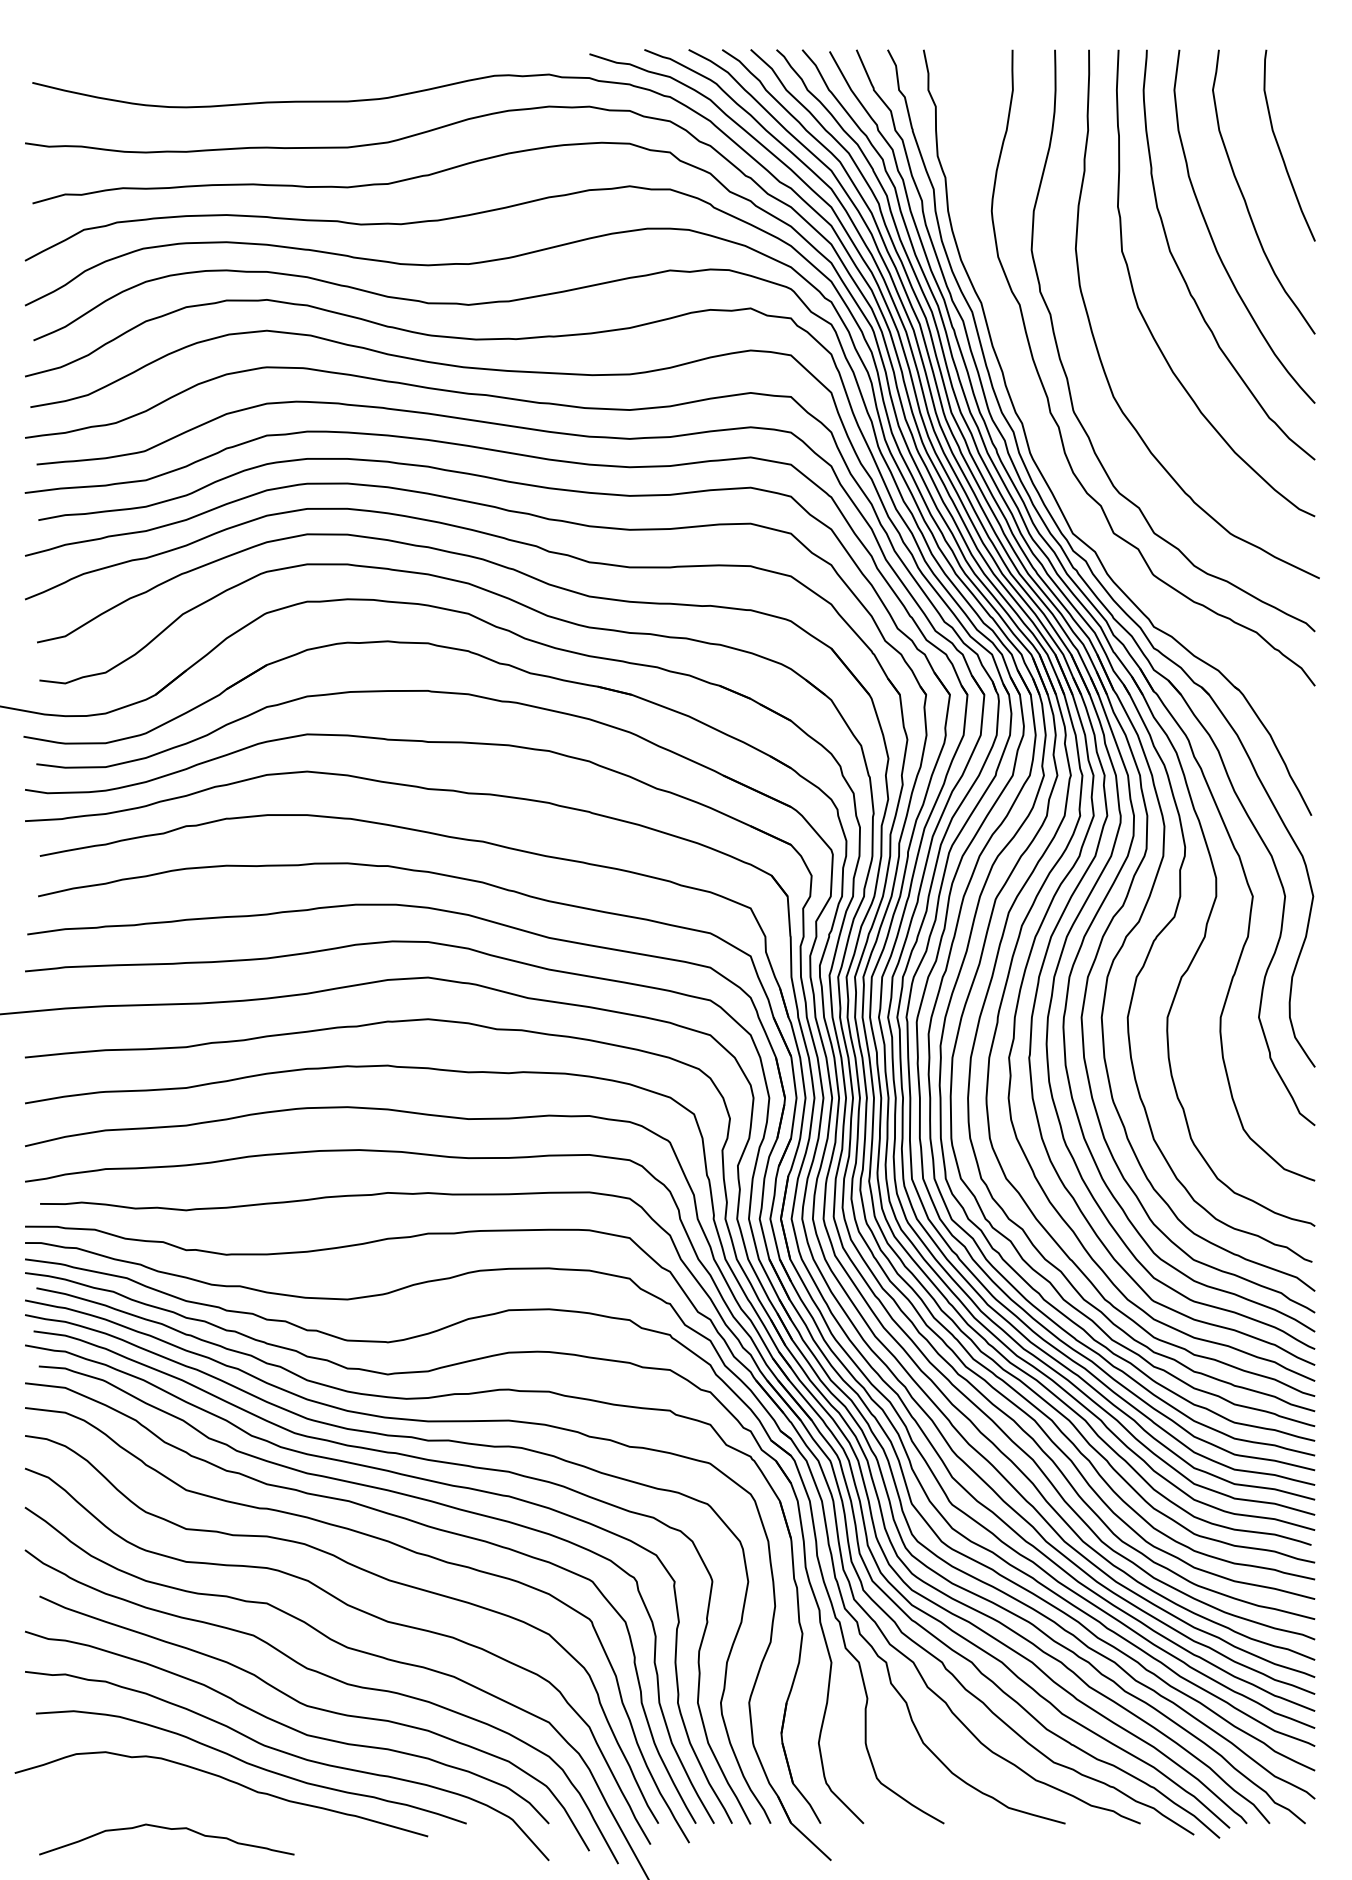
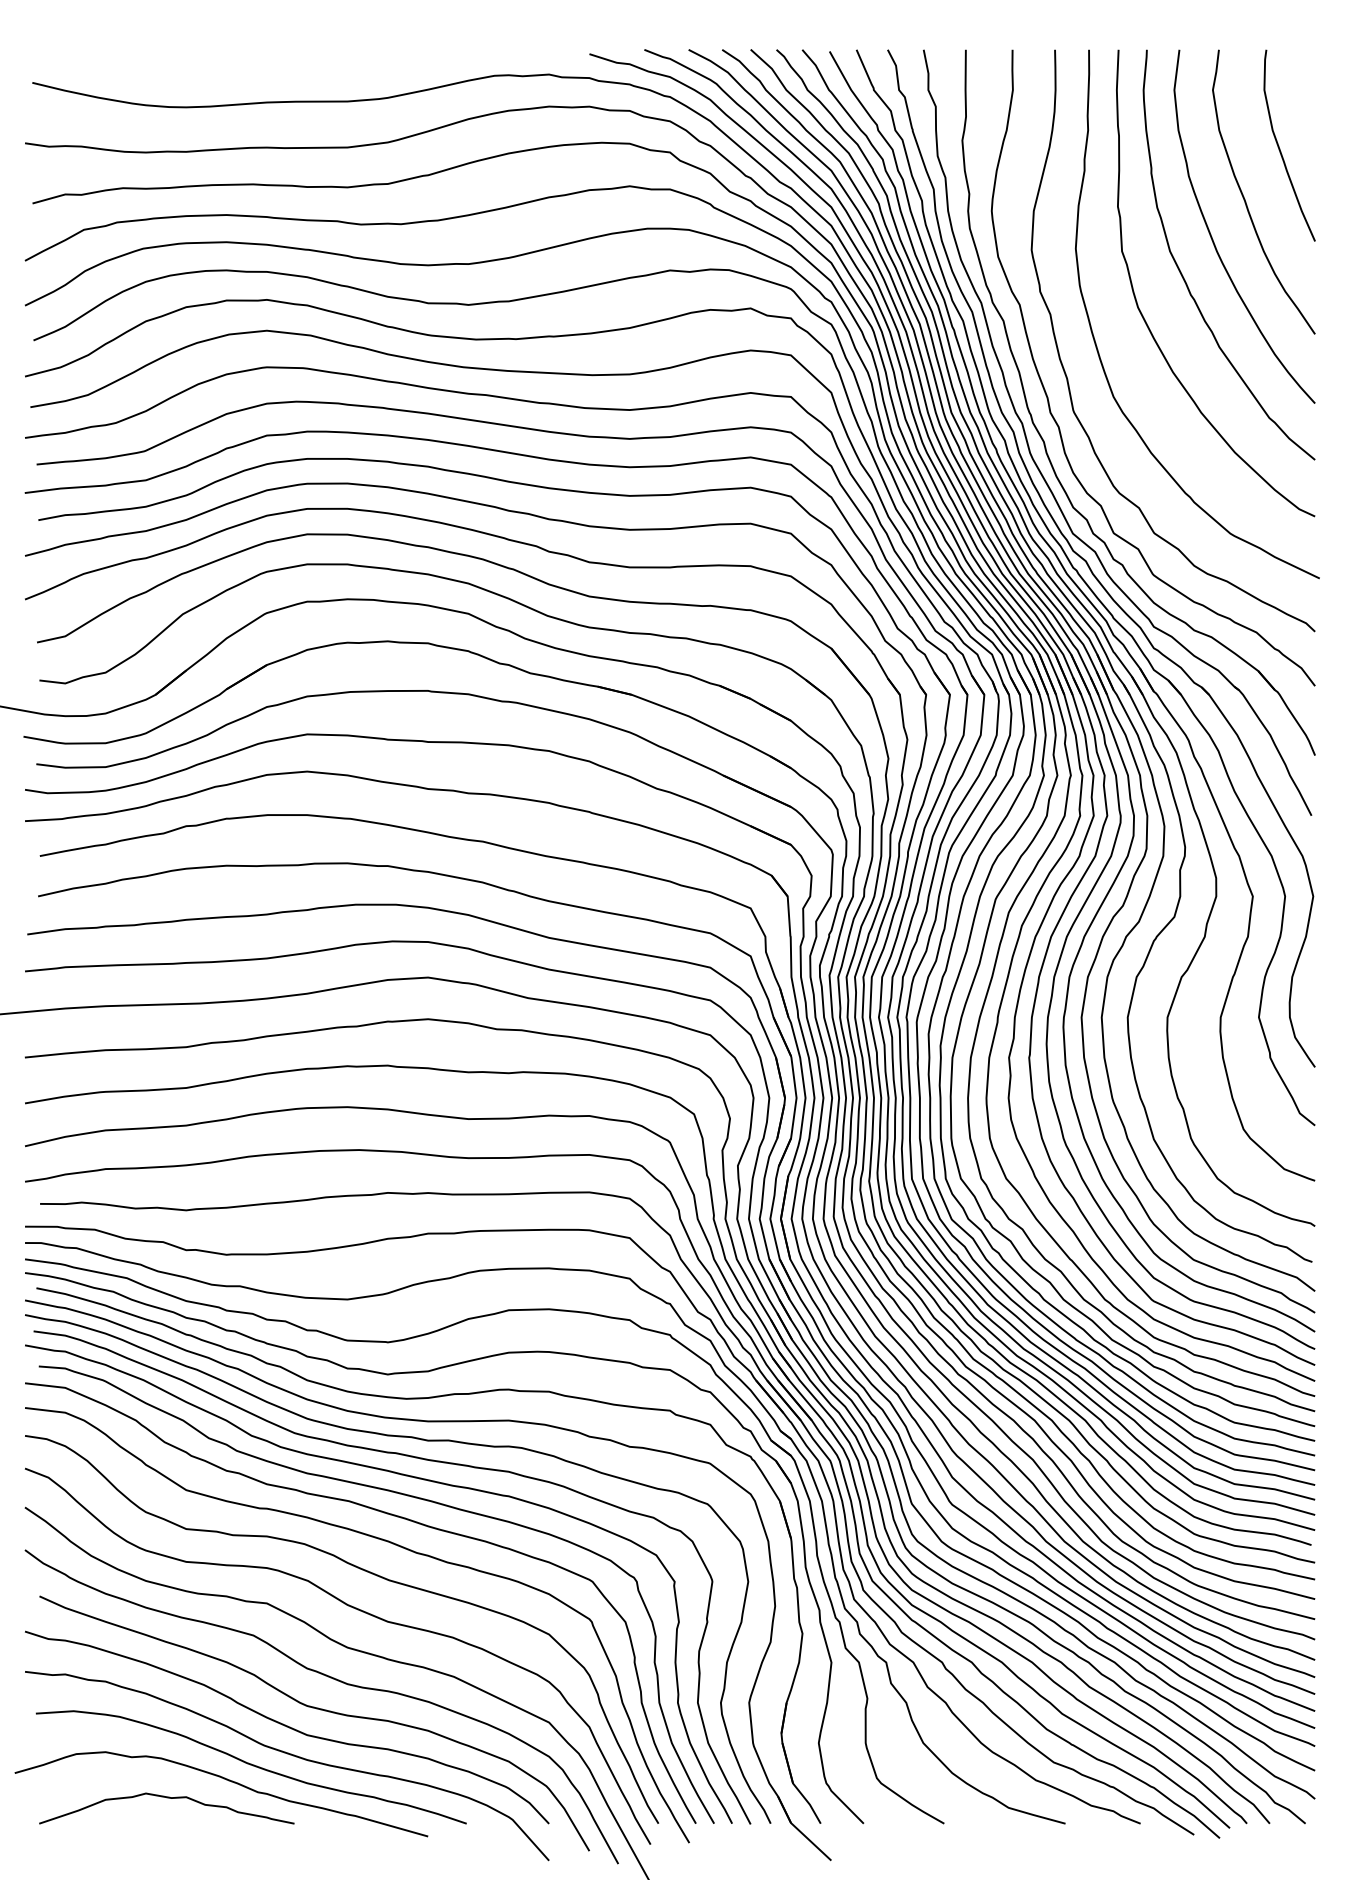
part at (1044, 440): none -> present
curve at (166, 1829) position: (166, 1829) -> (166, 1798)
